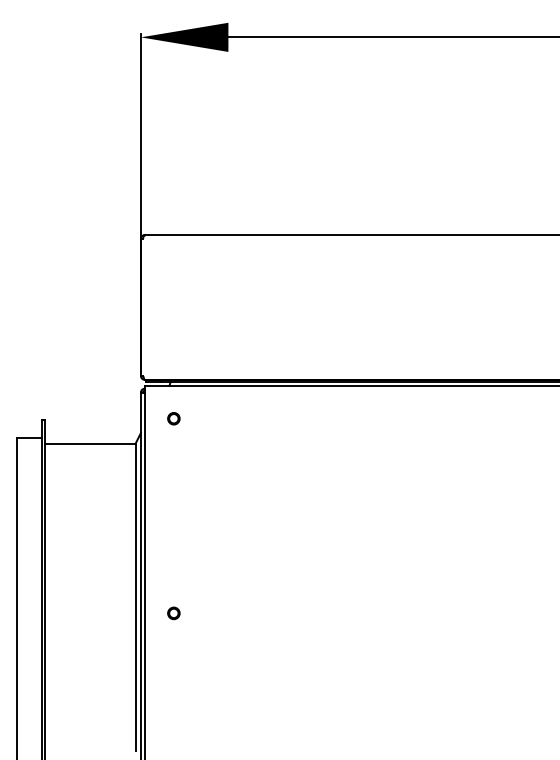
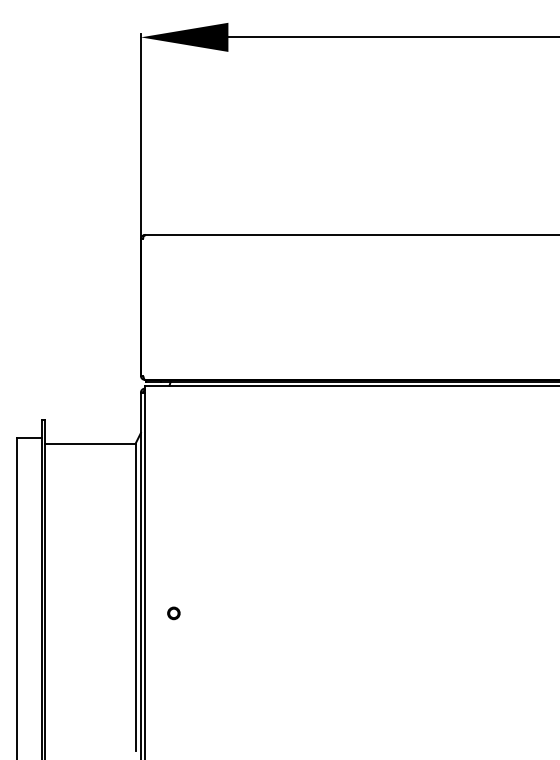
circle at (173, 418): present -> none
